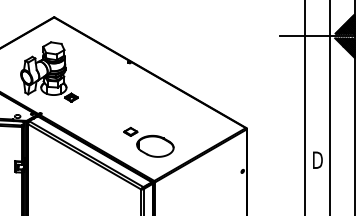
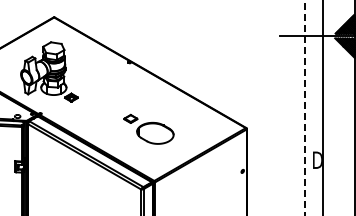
line at (305, 107): solid -> dashed
line at (330, 107) position: (330, 107) -> (323, 107)
part at (148, 141) position: (148, 141) -> (148, 128)
